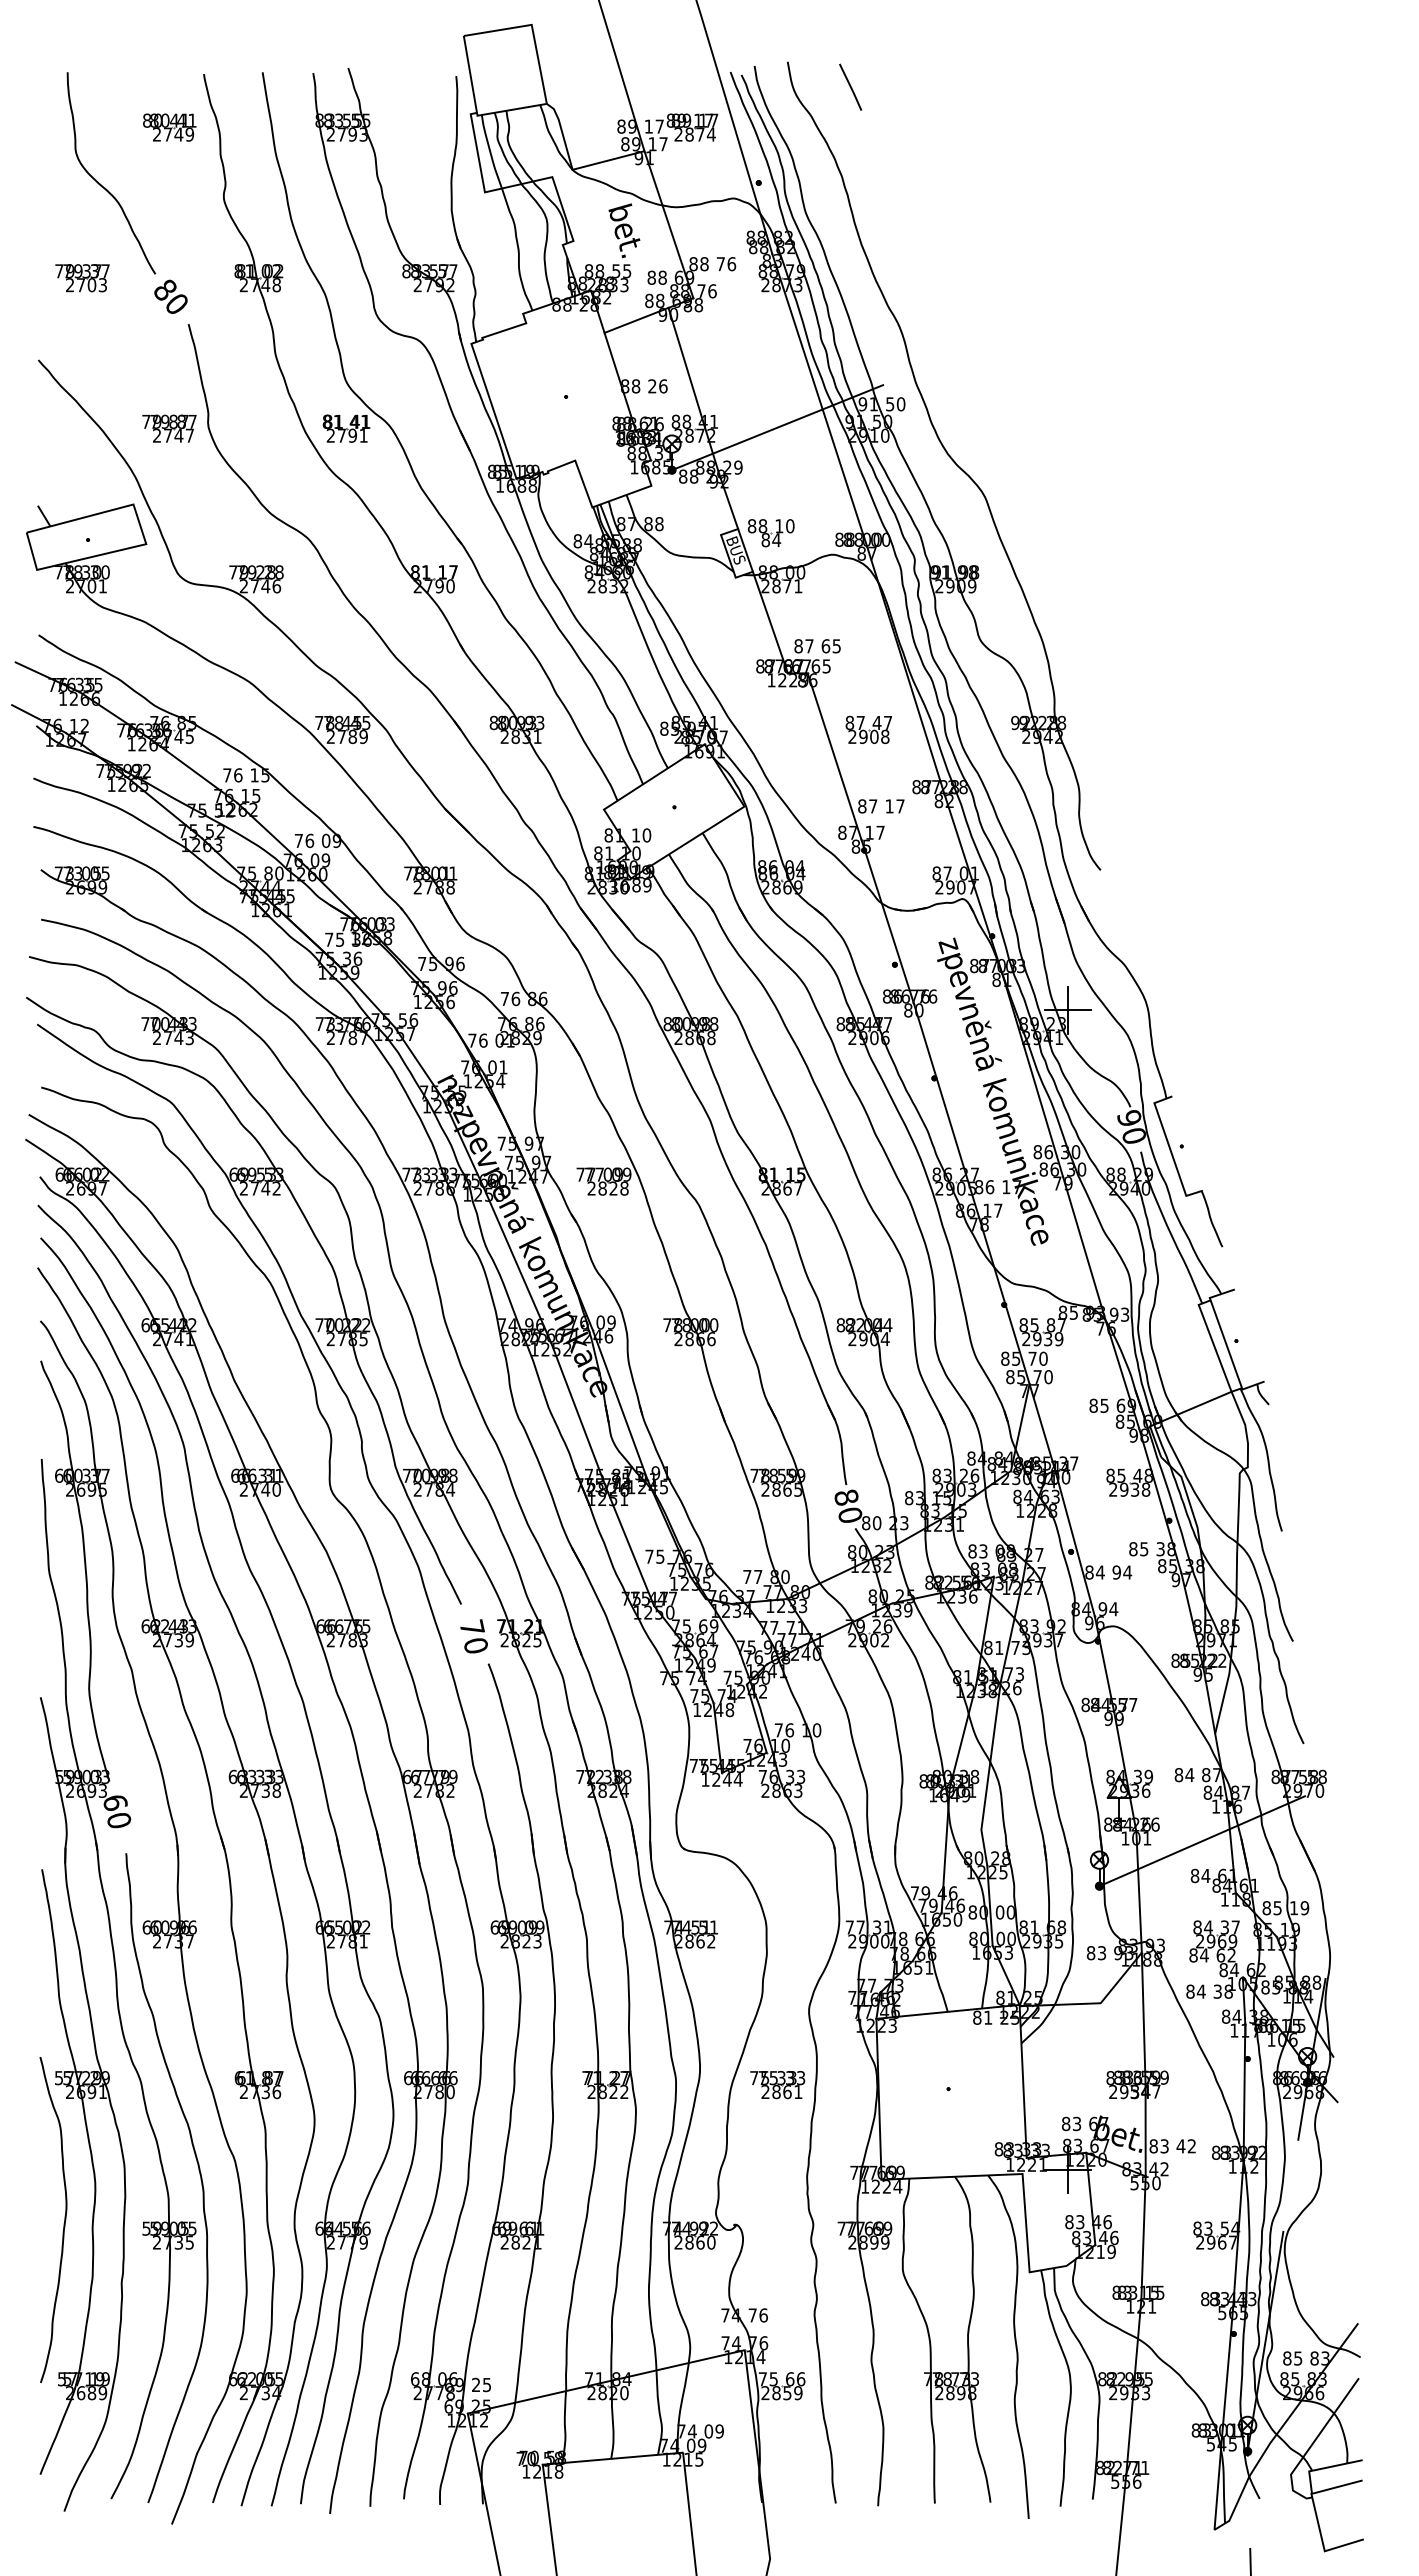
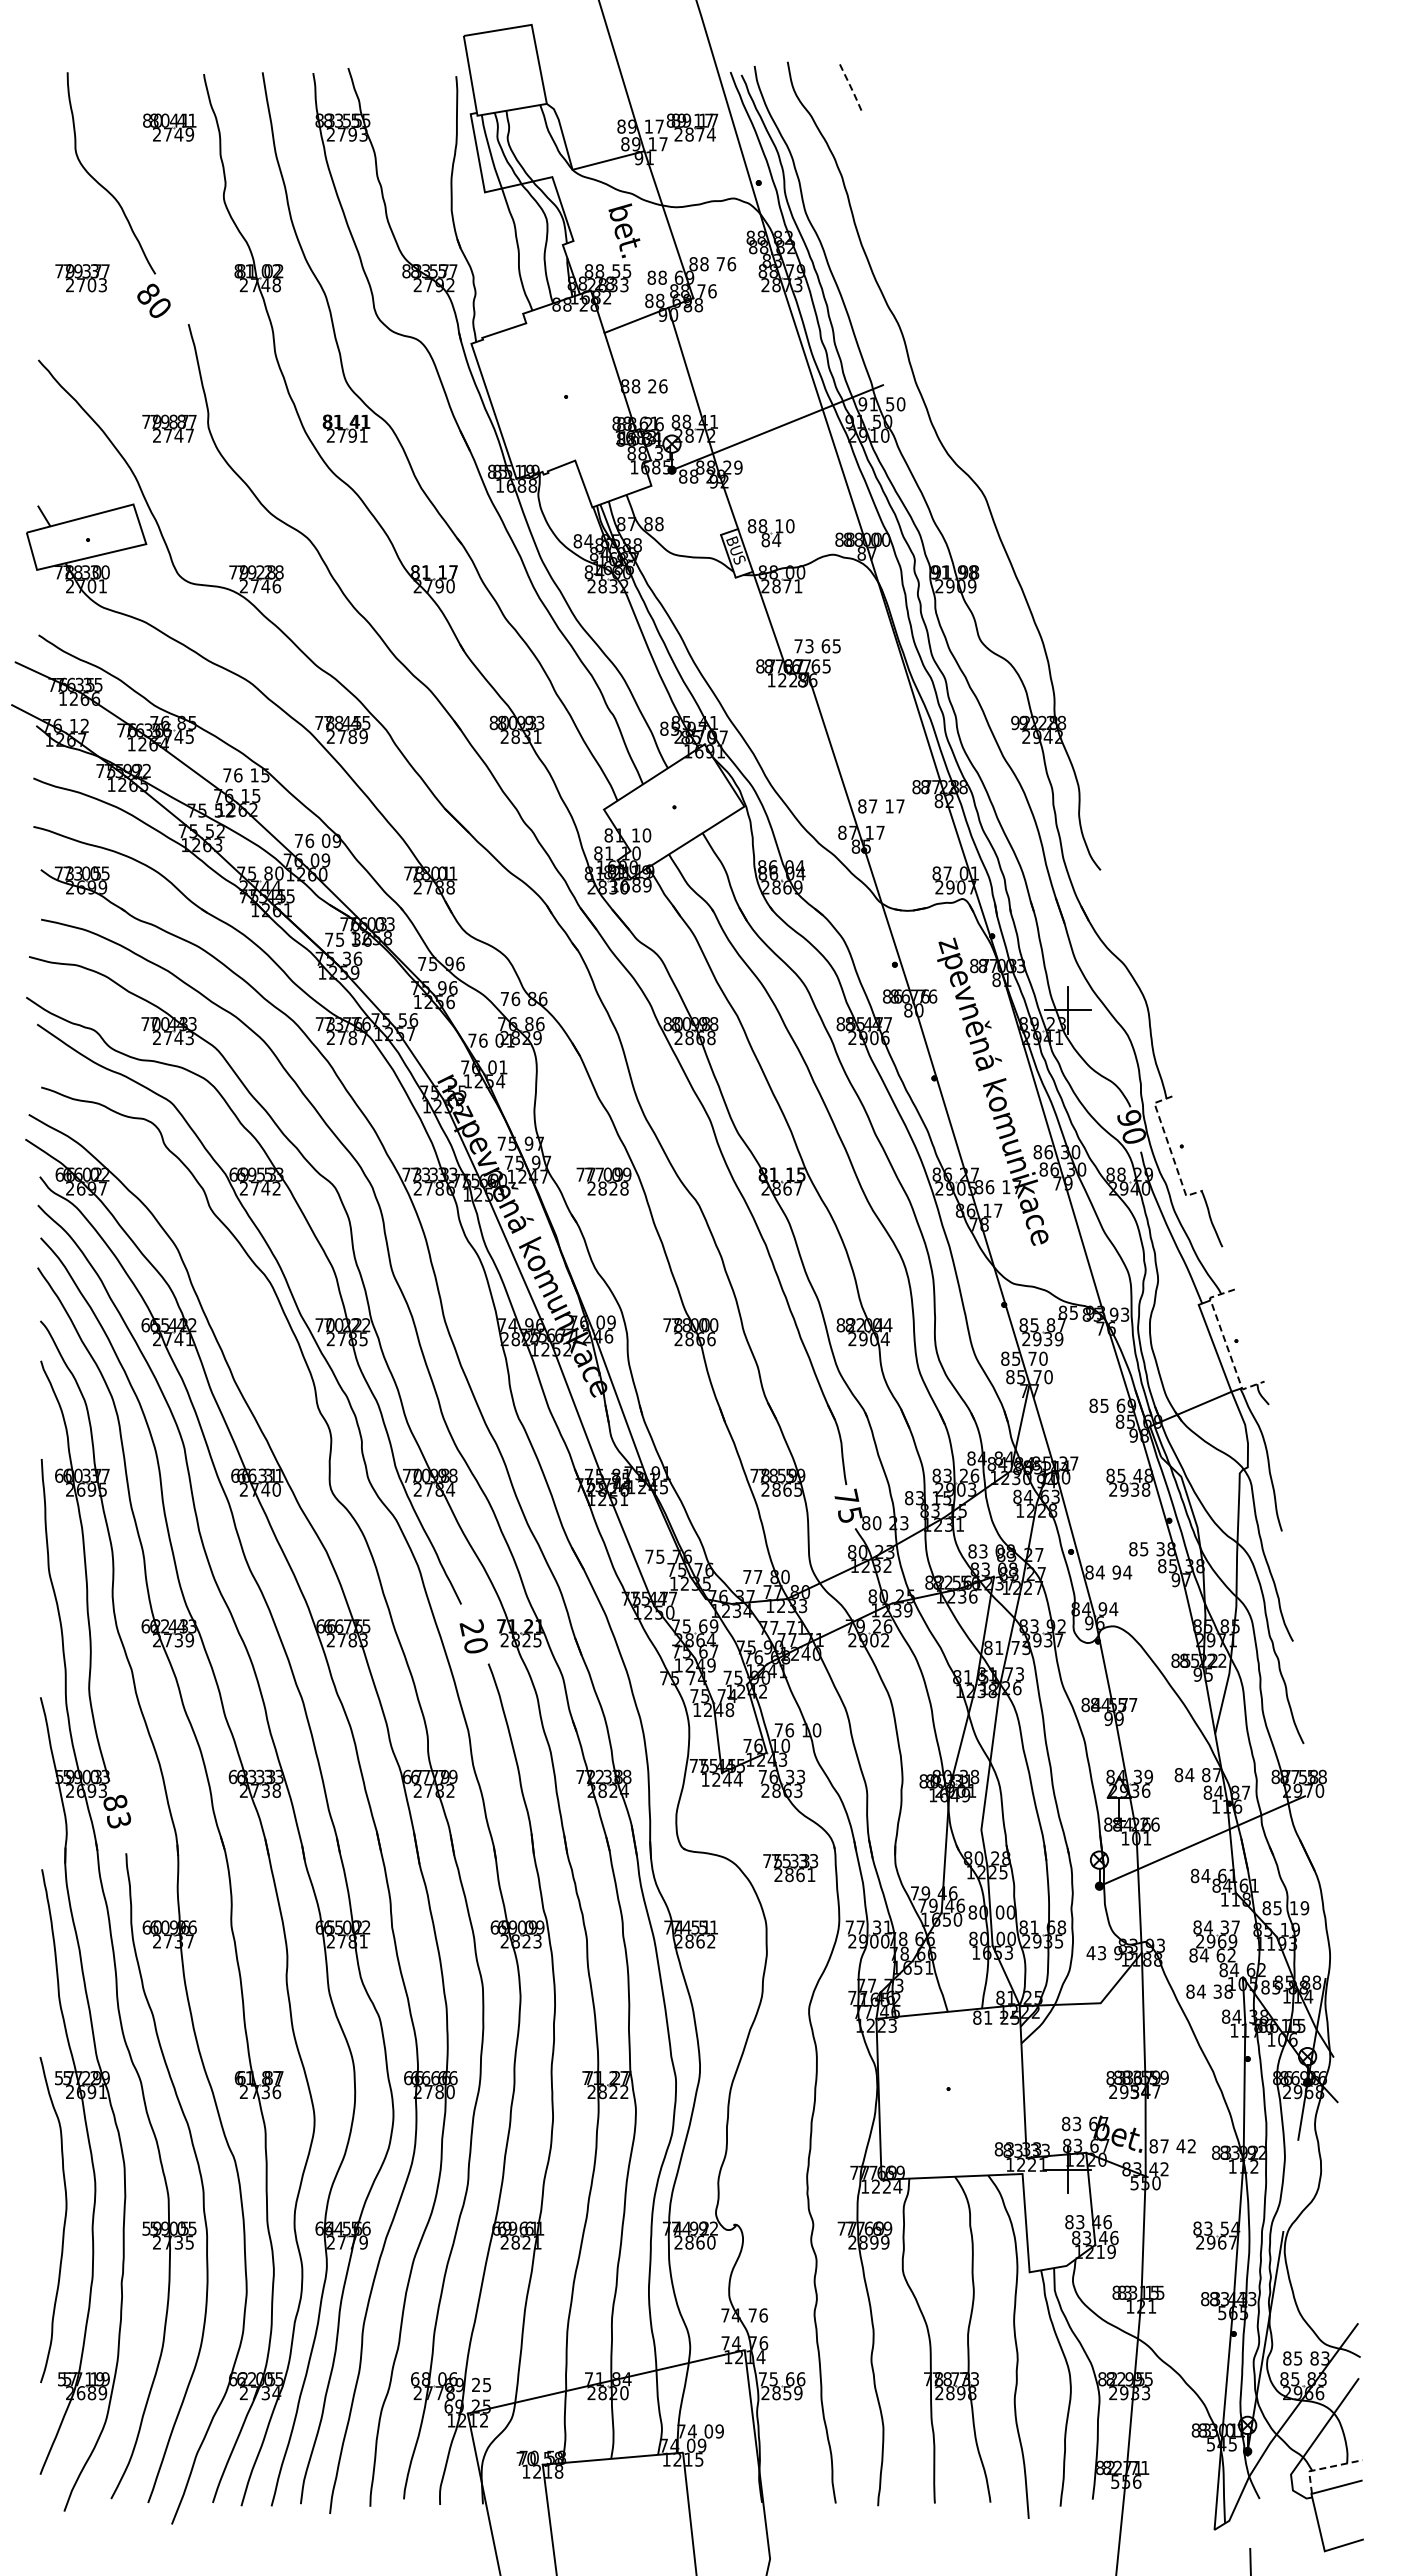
line at (851, 87): solid -> dashed
text at (170, 296) position: (170, 296) -> (153, 300)
text at (803, 646): 87 -> 73
part at (868, 729): present -> none
line at (1170, 1149): solid -> dashed
line at (1225, 1342): solid -> dashed
text at (848, 1505): 80 -> 75
text at (471, 1627): 70 -> 20
text at (116, 1811): 60 -> 83
text at (1090, 1953): 83 -> 43
part at (777, 2085) position: (777, 2085) -> (790, 1868)
text at (1164, 2146): 83 -> 87
line at (1324, 2468): solid -> dashed
